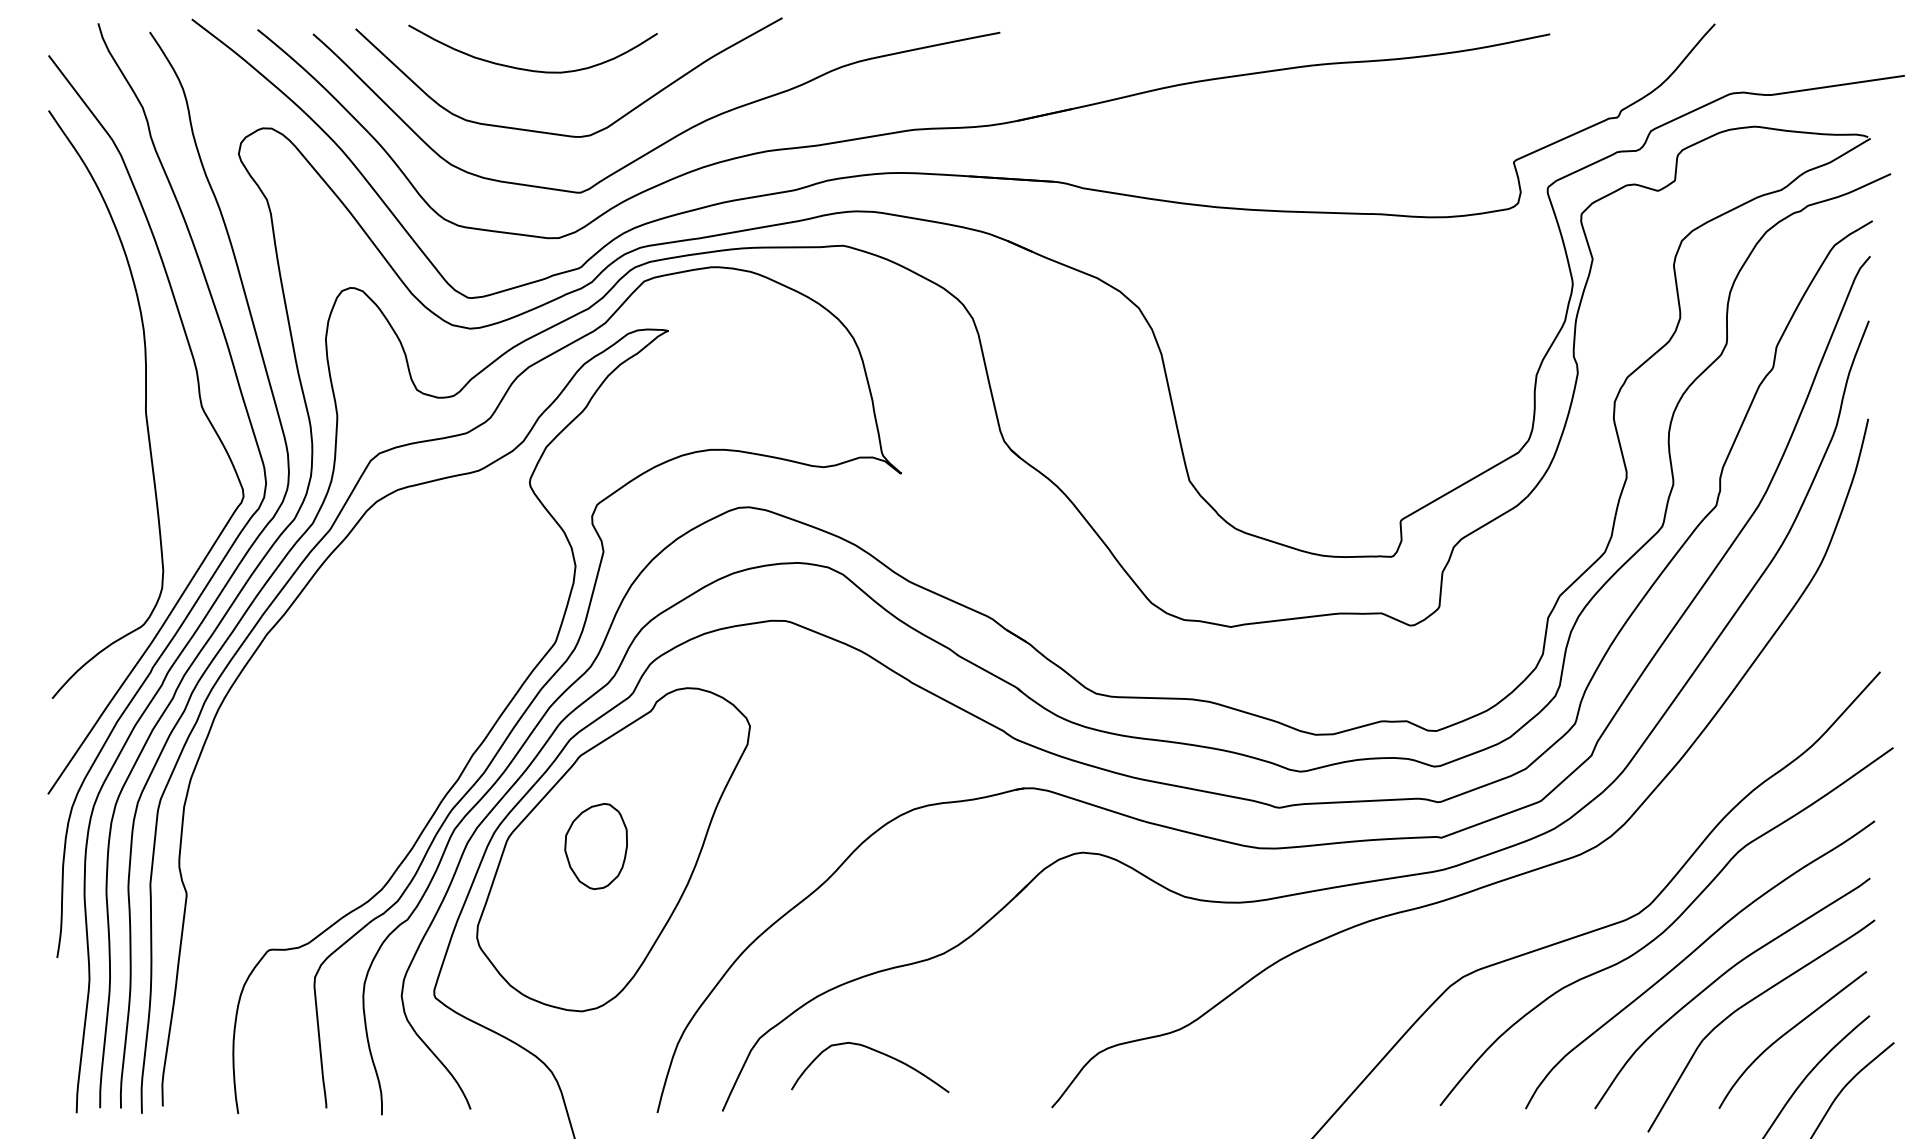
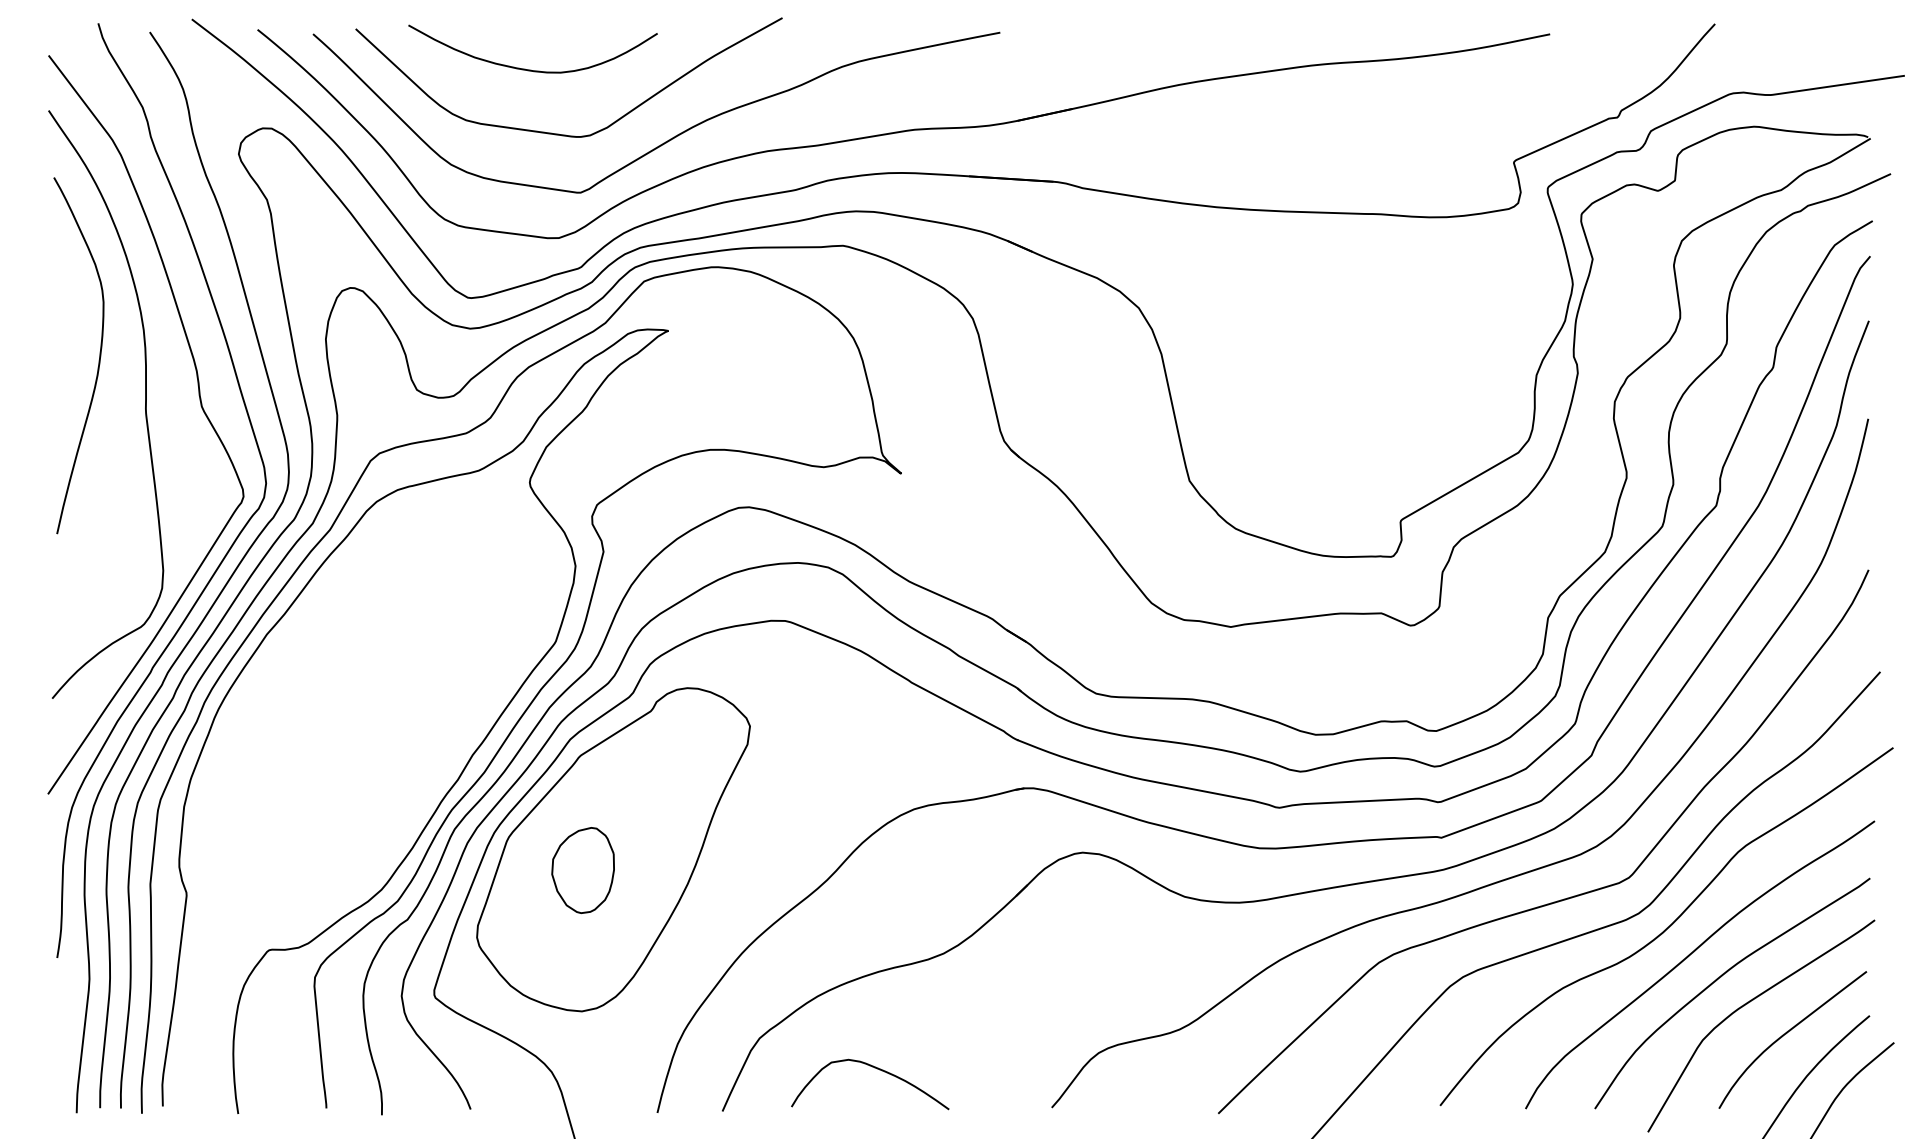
curve at (98, 360): none -> present
part at (595, 846) position: (595, 846) -> (582, 870)
curve at (1560, 899): none -> present
curve at (874, 1051) position: (874, 1051) -> (874, 1068)
